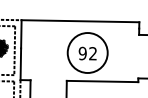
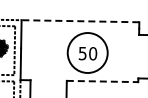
line at (80, 21): solid -> dashed
text at (87, 53): 92 -> 50
line at (102, 81): solid -> dashed
